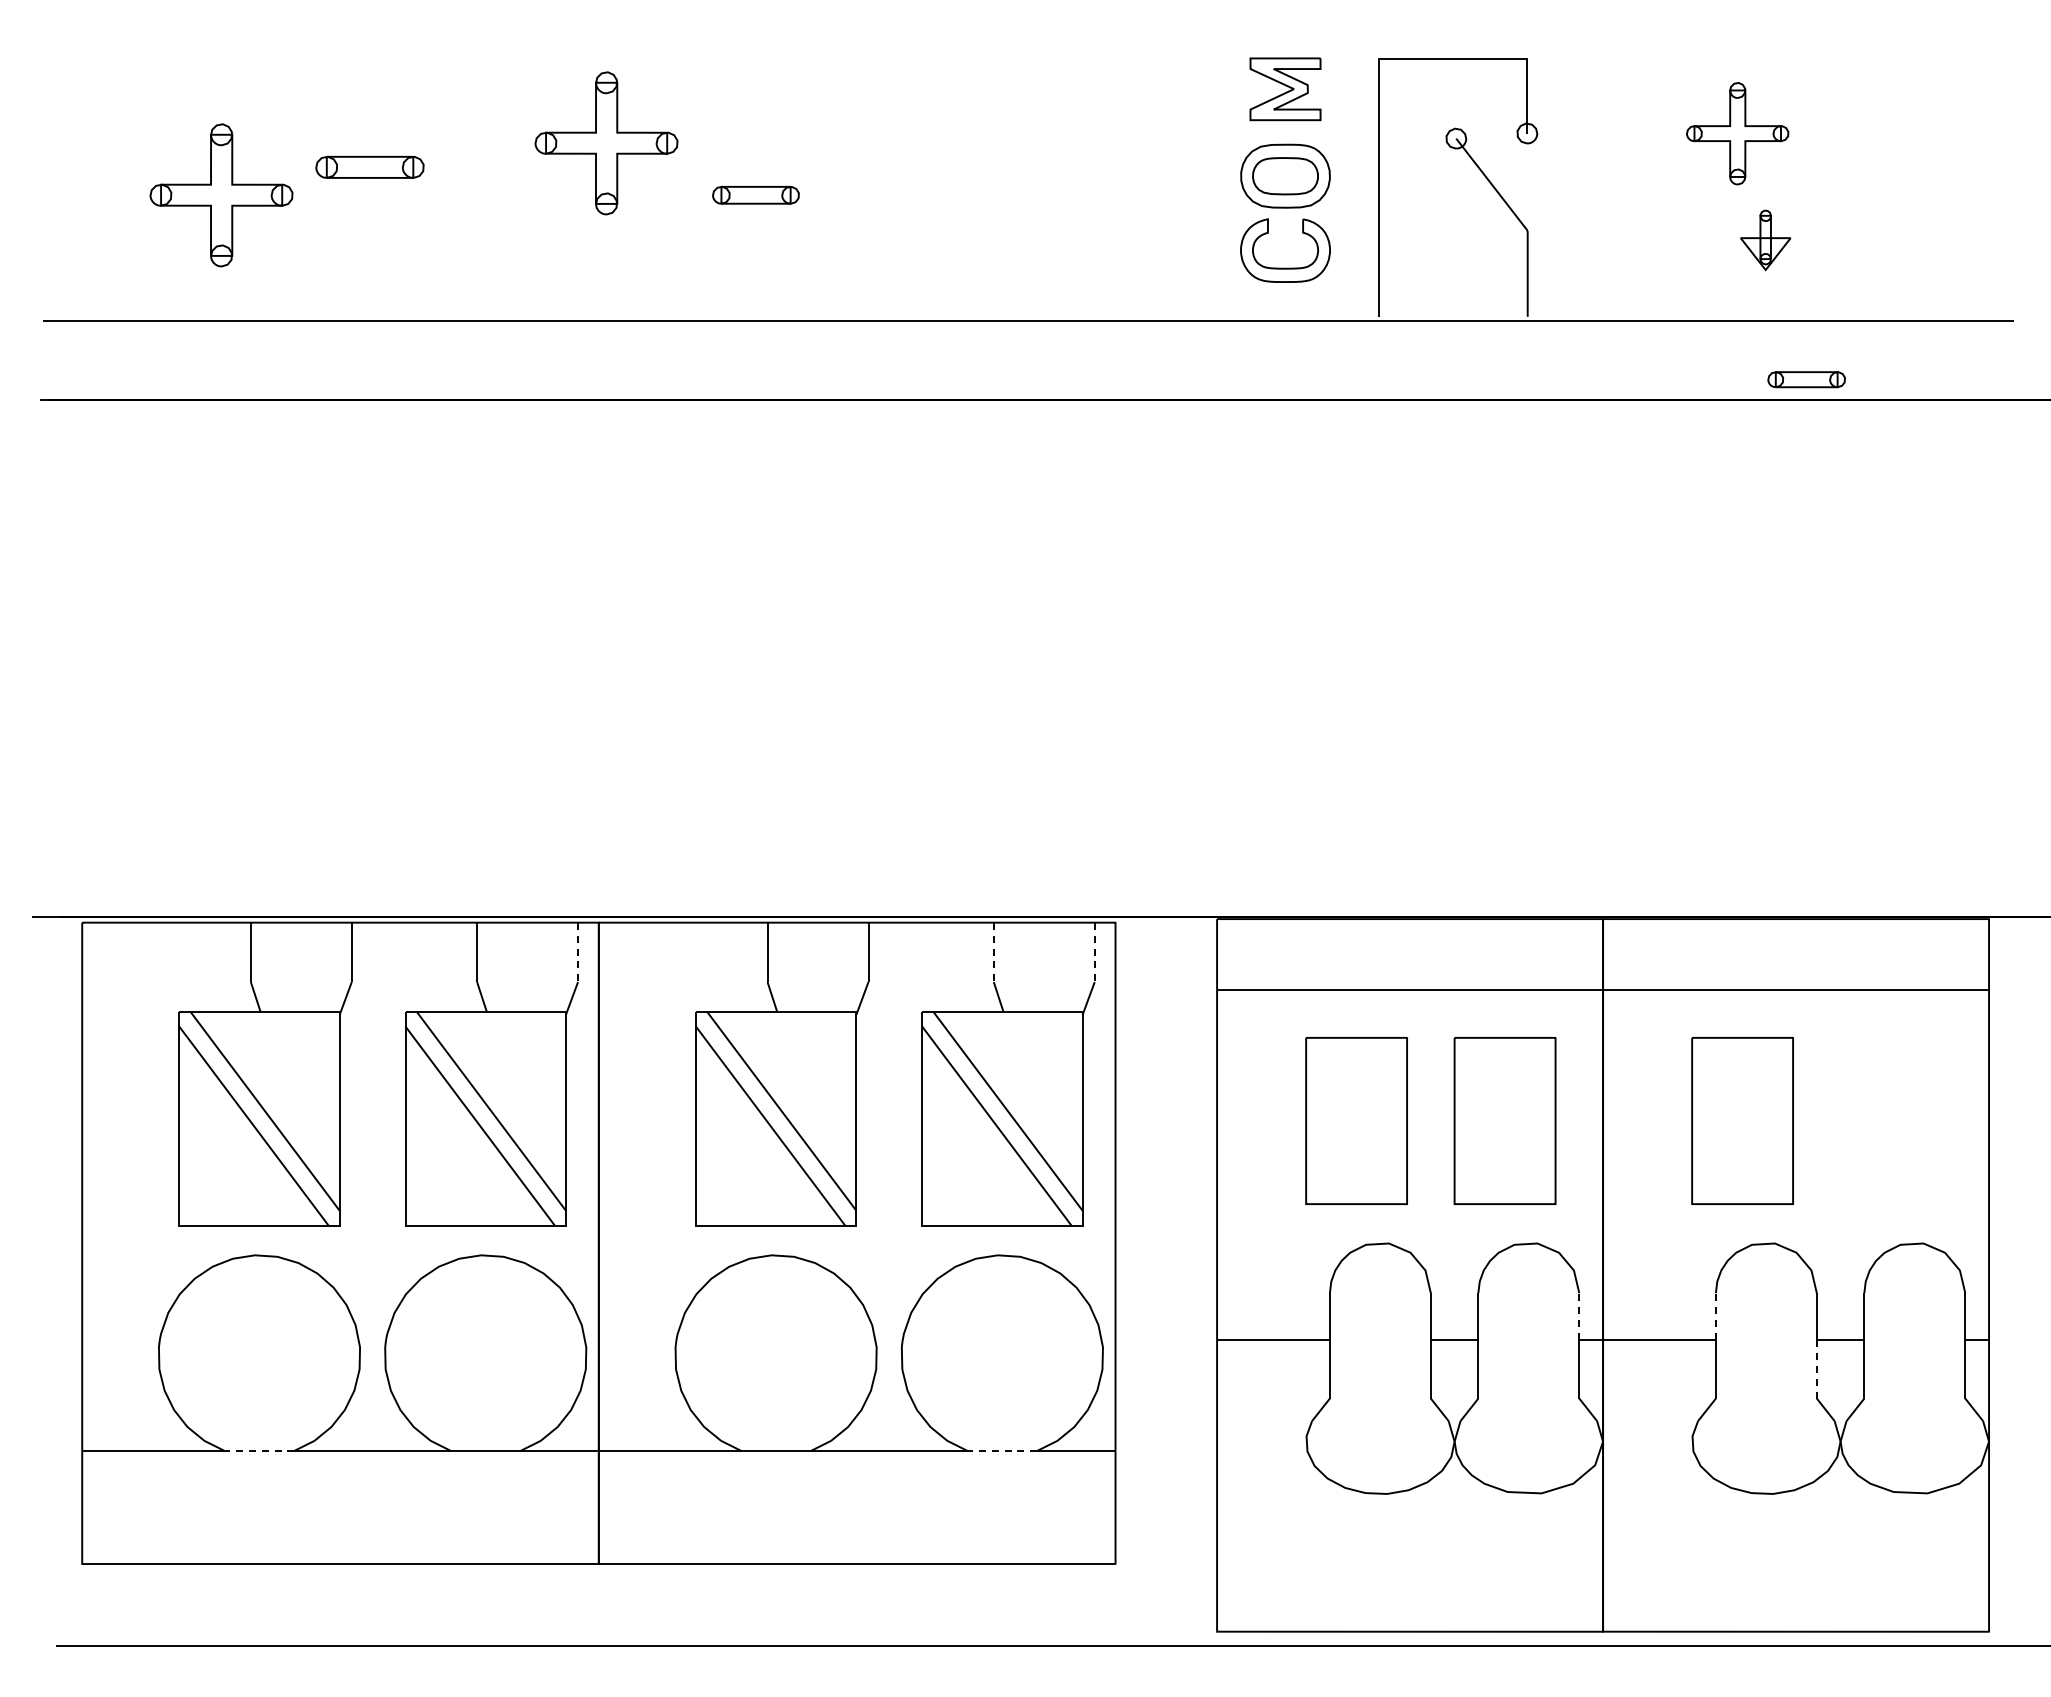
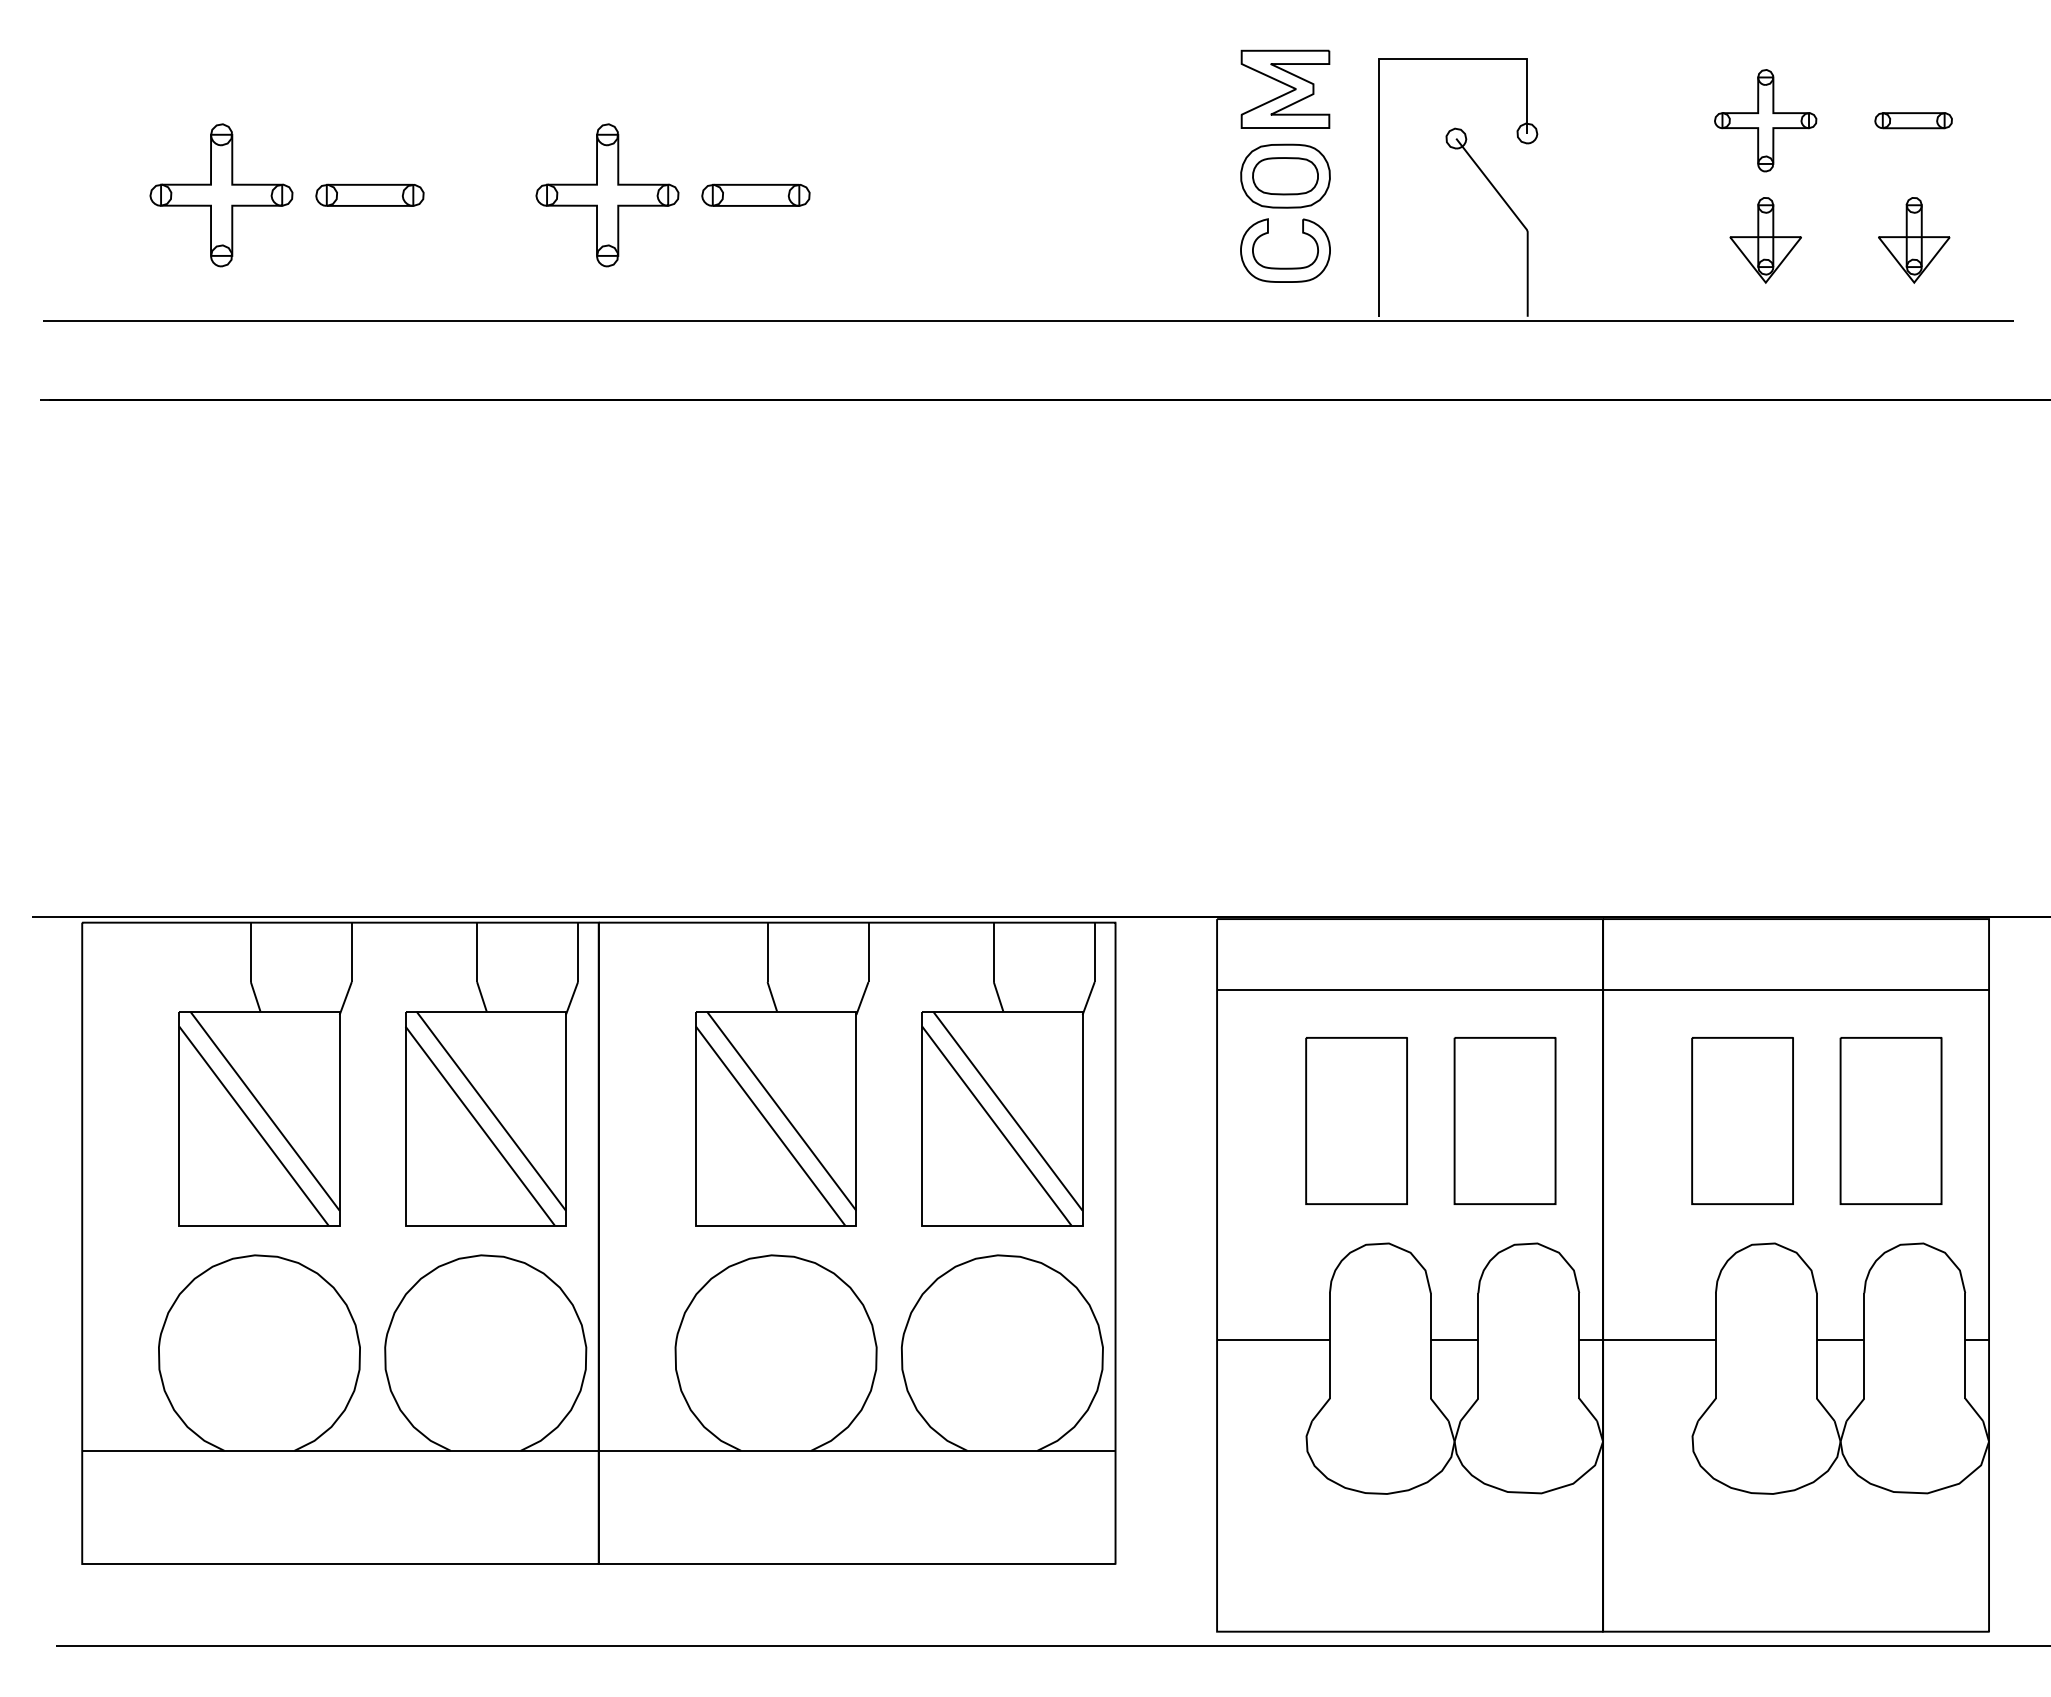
part at (1285, 89) size: 73x65 px -> 91x80 px
part at (1737, 133) position: (1737, 133) -> (1765, 120)
part at (606, 143) position: (606, 143) -> (607, 195)
part at (369, 166) position: (369, 166) -> (369, 194)
part at (755, 194) size: 88x20 px -> 110x24 px
part at (1765, 240) size: 52x63 px -> 73x87 px
part at (1914, 240): none -> present
part at (1806, 379) position: (1806, 379) -> (1913, 120)
line at (578, 952): dashed -> solid
line at (993, 952): dashed -> solid
line at (1094, 952): dashed -> solid
part at (1890, 1120): none -> present
line at (1579, 1316): dashed -> solid
line at (1715, 1316): dashed -> solid
line at (1816, 1368): dashed -> solid
line at (259, 1450): dashed -> solid
line at (1002, 1450): dashed -> solid
